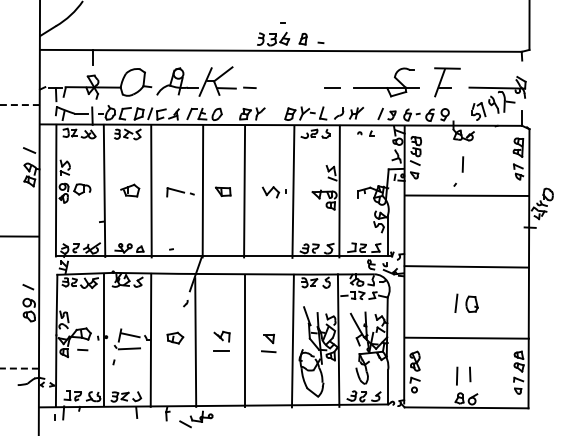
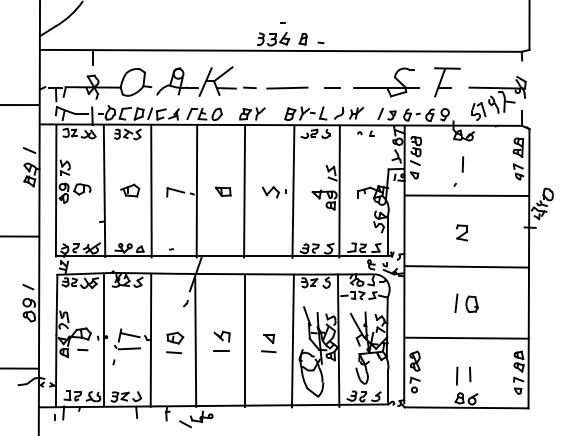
line at (287, 87): none -> present
line at (20, 105): dashed -> solid
line at (202, 191) position: (202, 191) -> (196, 191)
part at (461, 232): none -> present
line at (174, 352): none -> present
line at (20, 368): dashed -> solid
